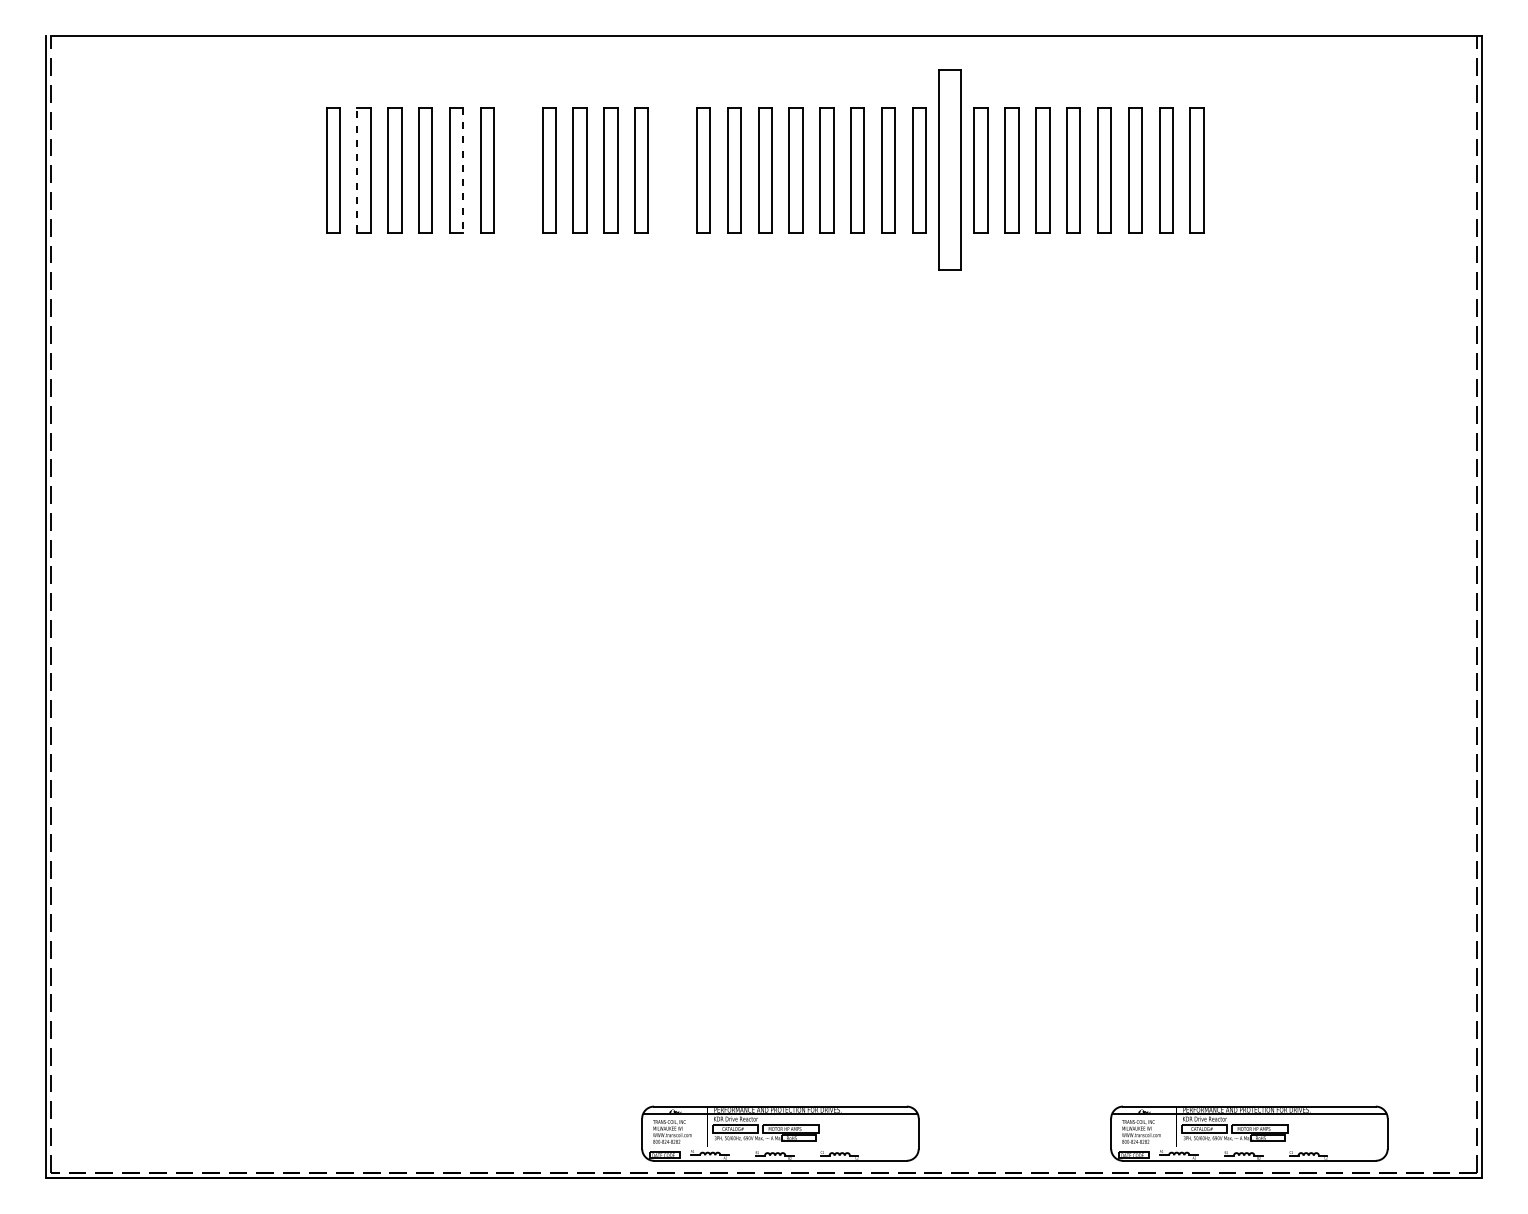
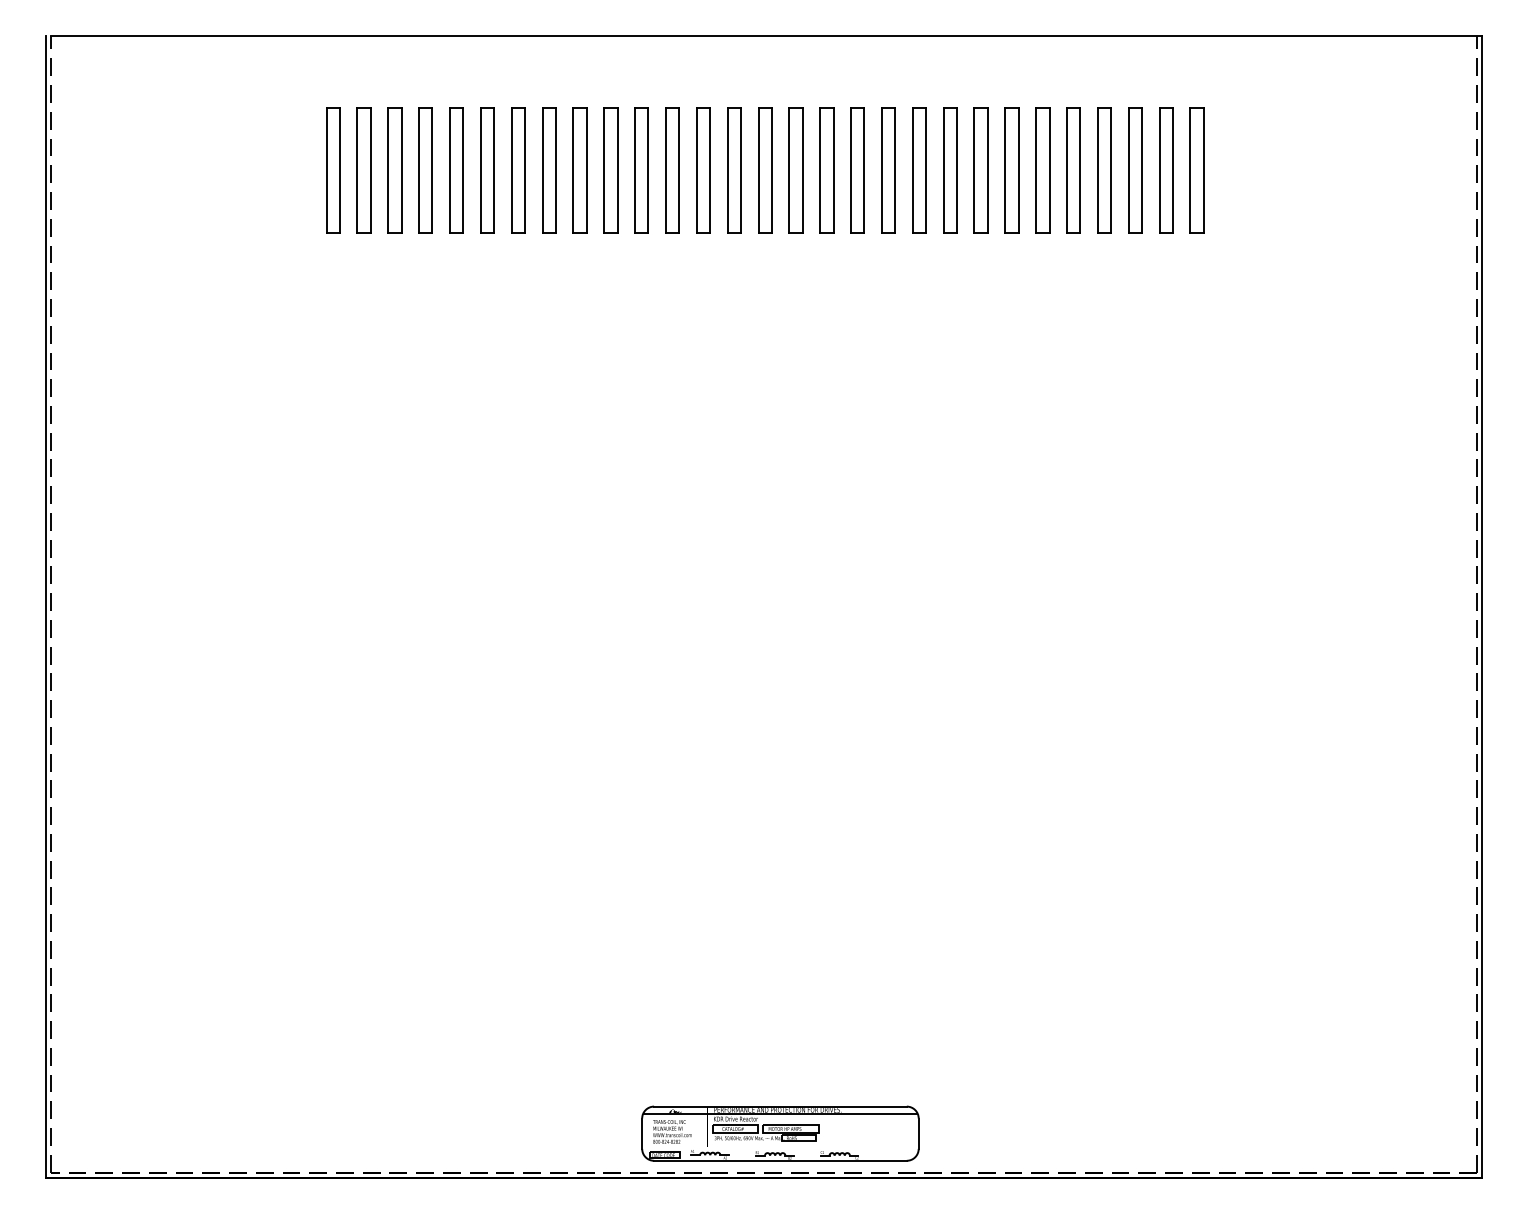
line at (357, 169): dashed -> solid
part at (949, 169) size: 24x202 px -> 15x127 px
line at (463, 170): dashed -> solid
part at (518, 170): none -> present
part at (672, 170): none -> present
part at (1249, 1133): present -> none
